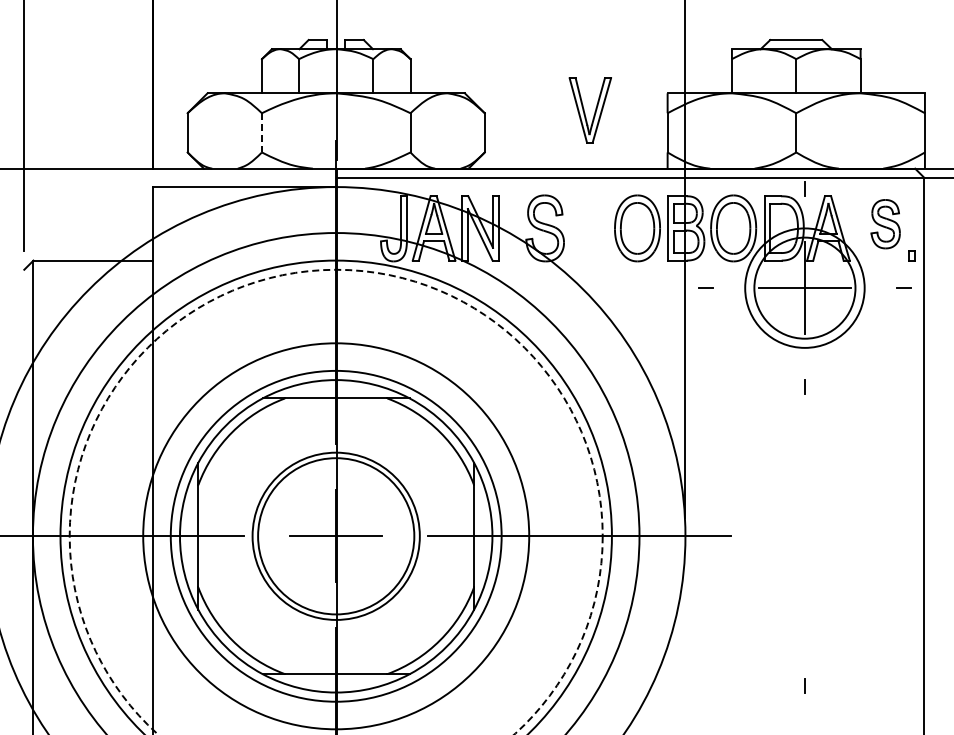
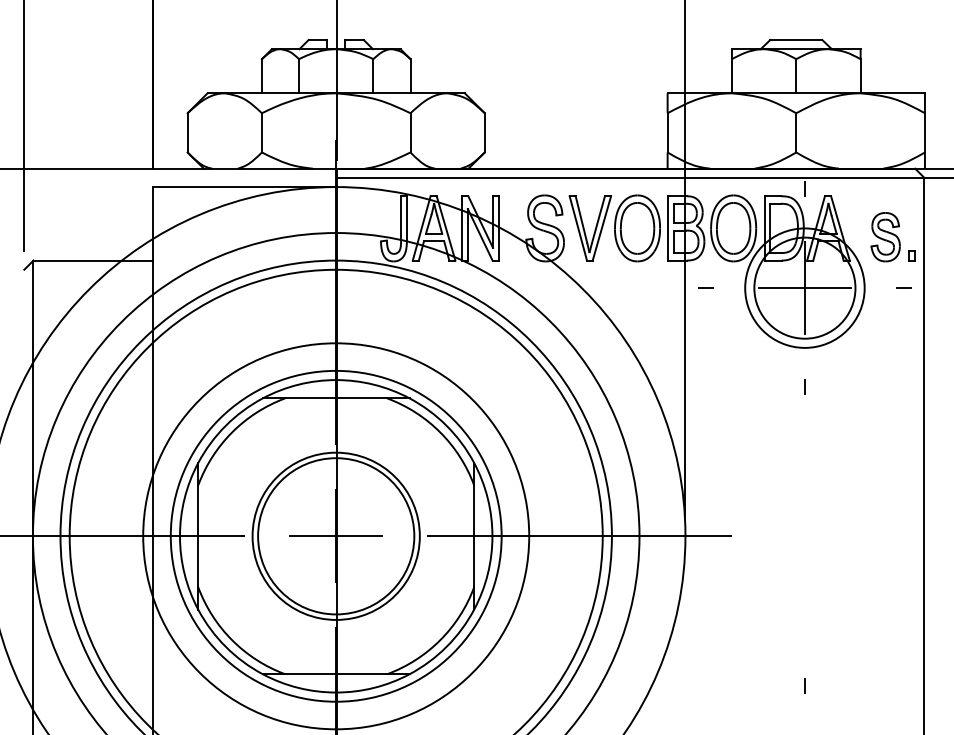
part at (589, 110) position: (589, 110) -> (589, 228)
line at (261, 132): dashed -> solid
part at (885, 224) position: (885, 224) -> (885, 237)
circle at (335, 501): dashed -> solid
